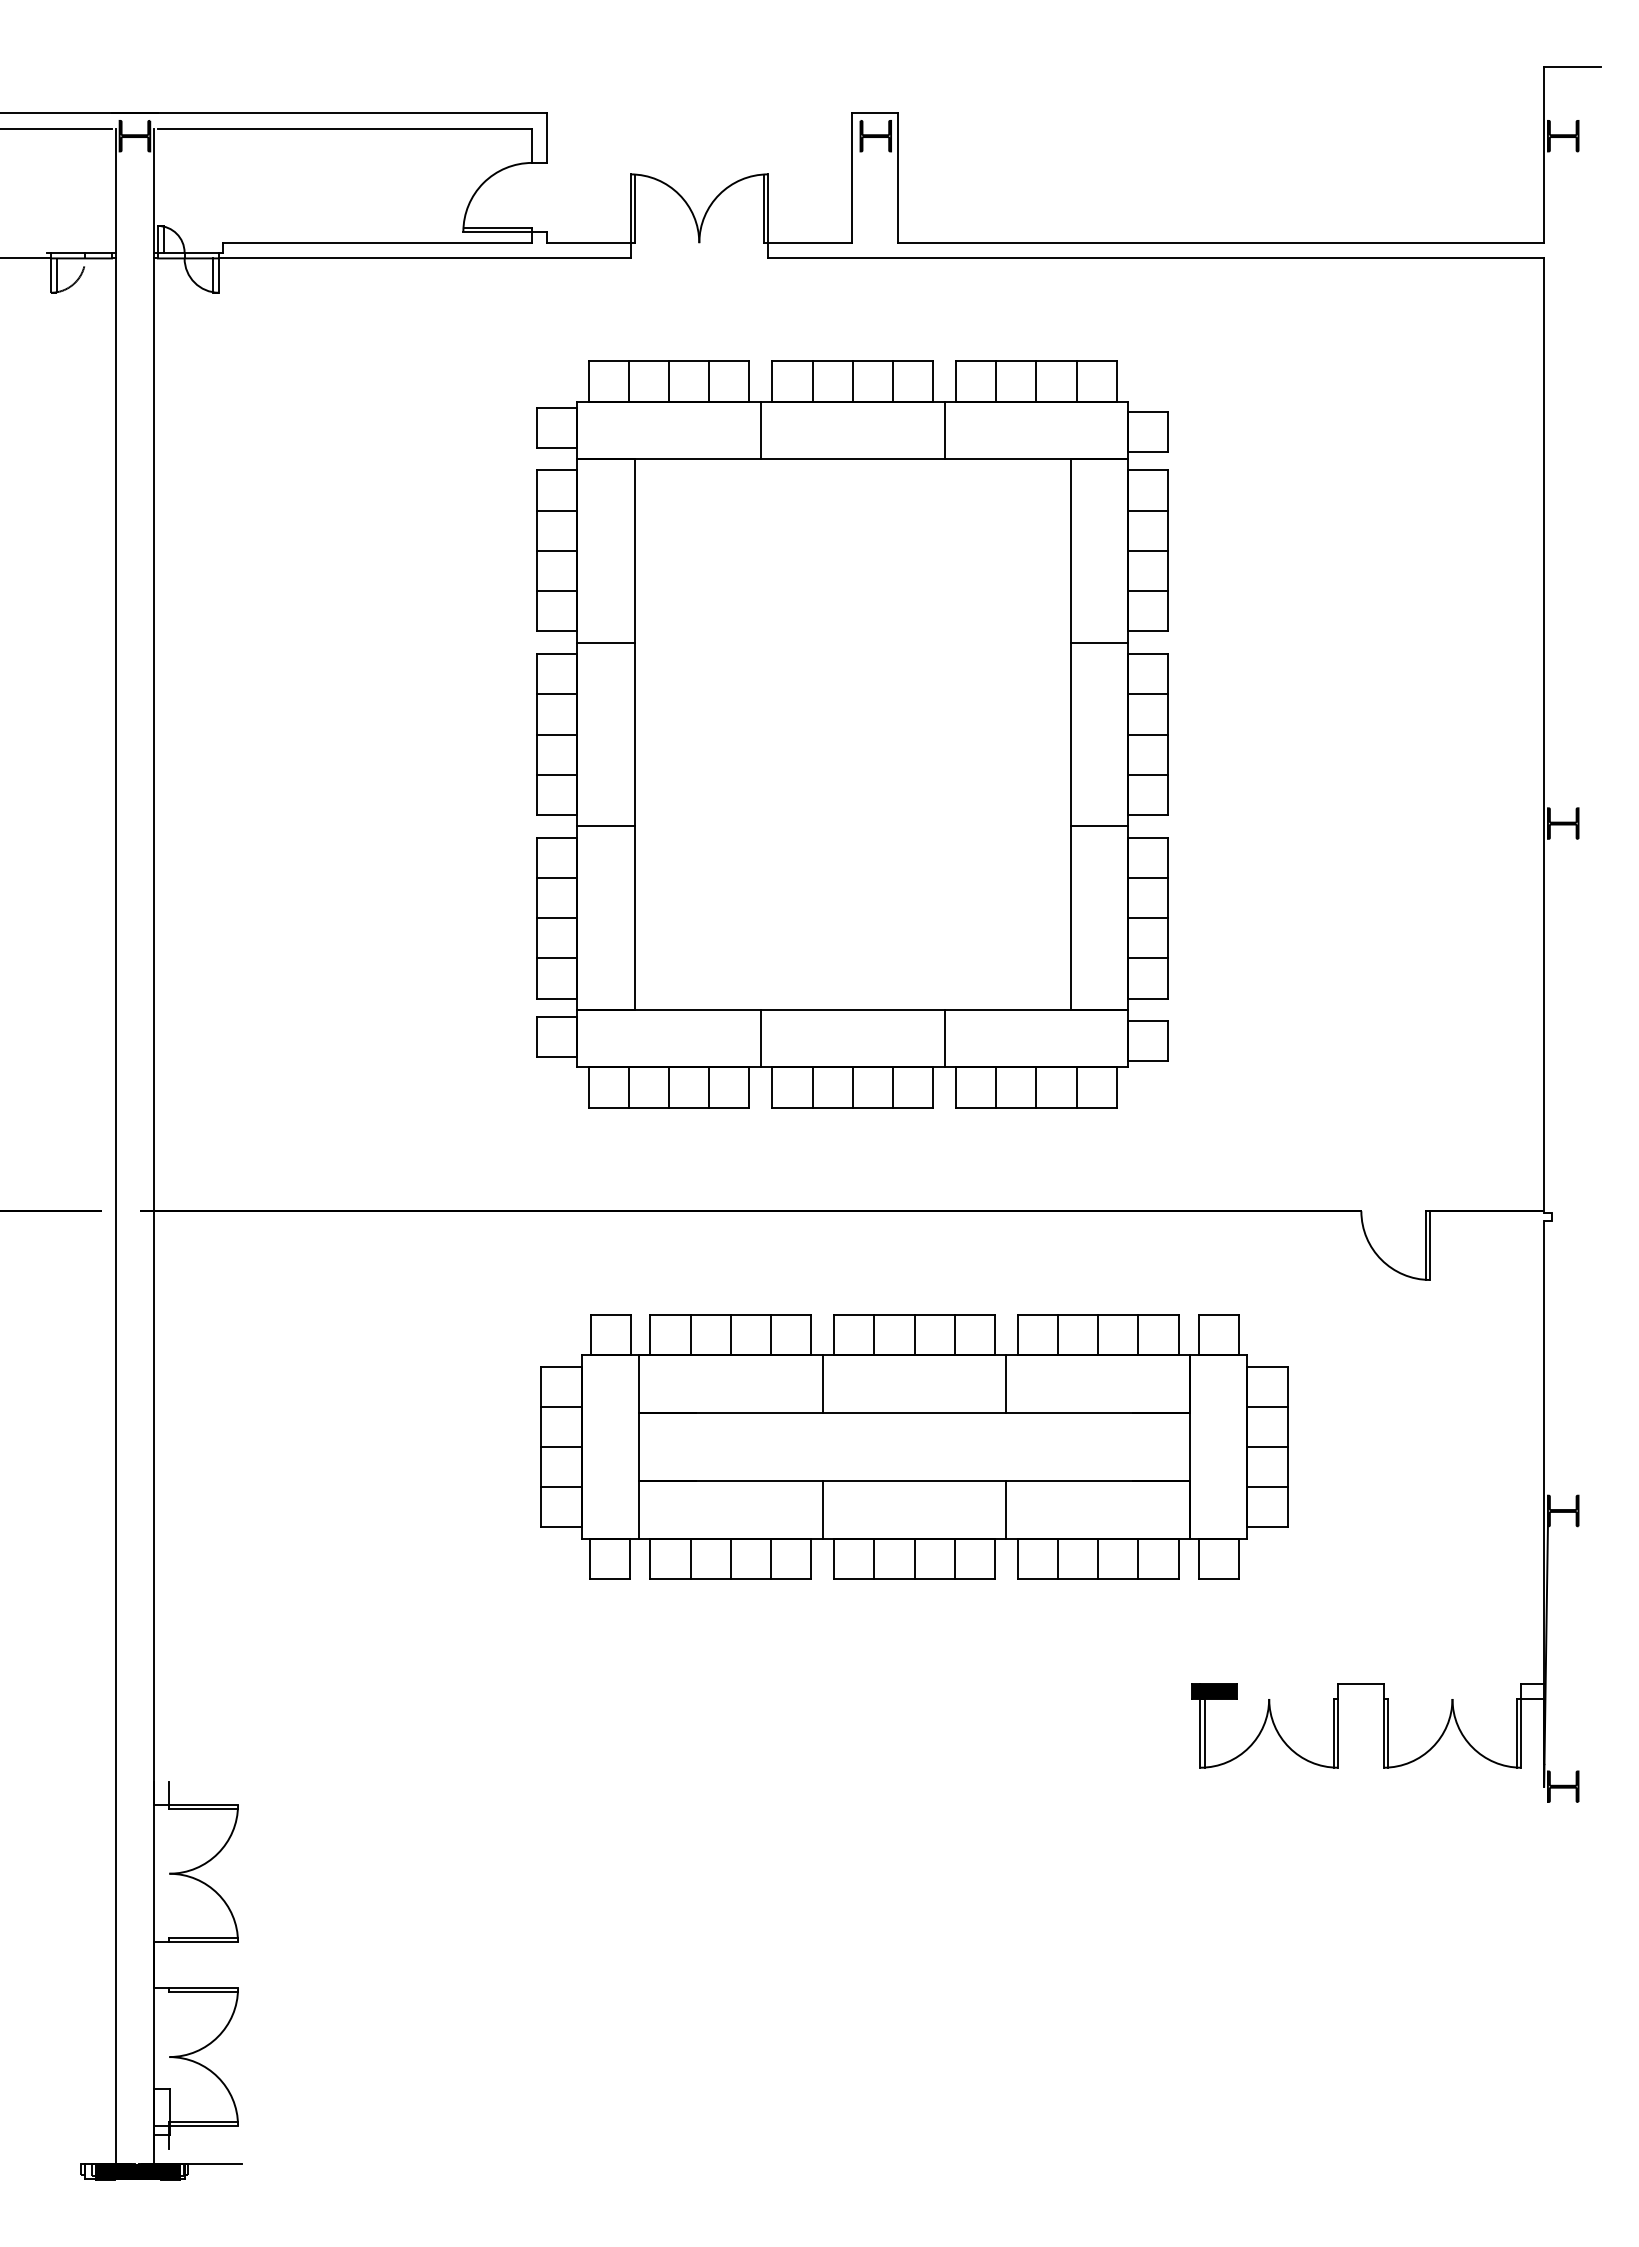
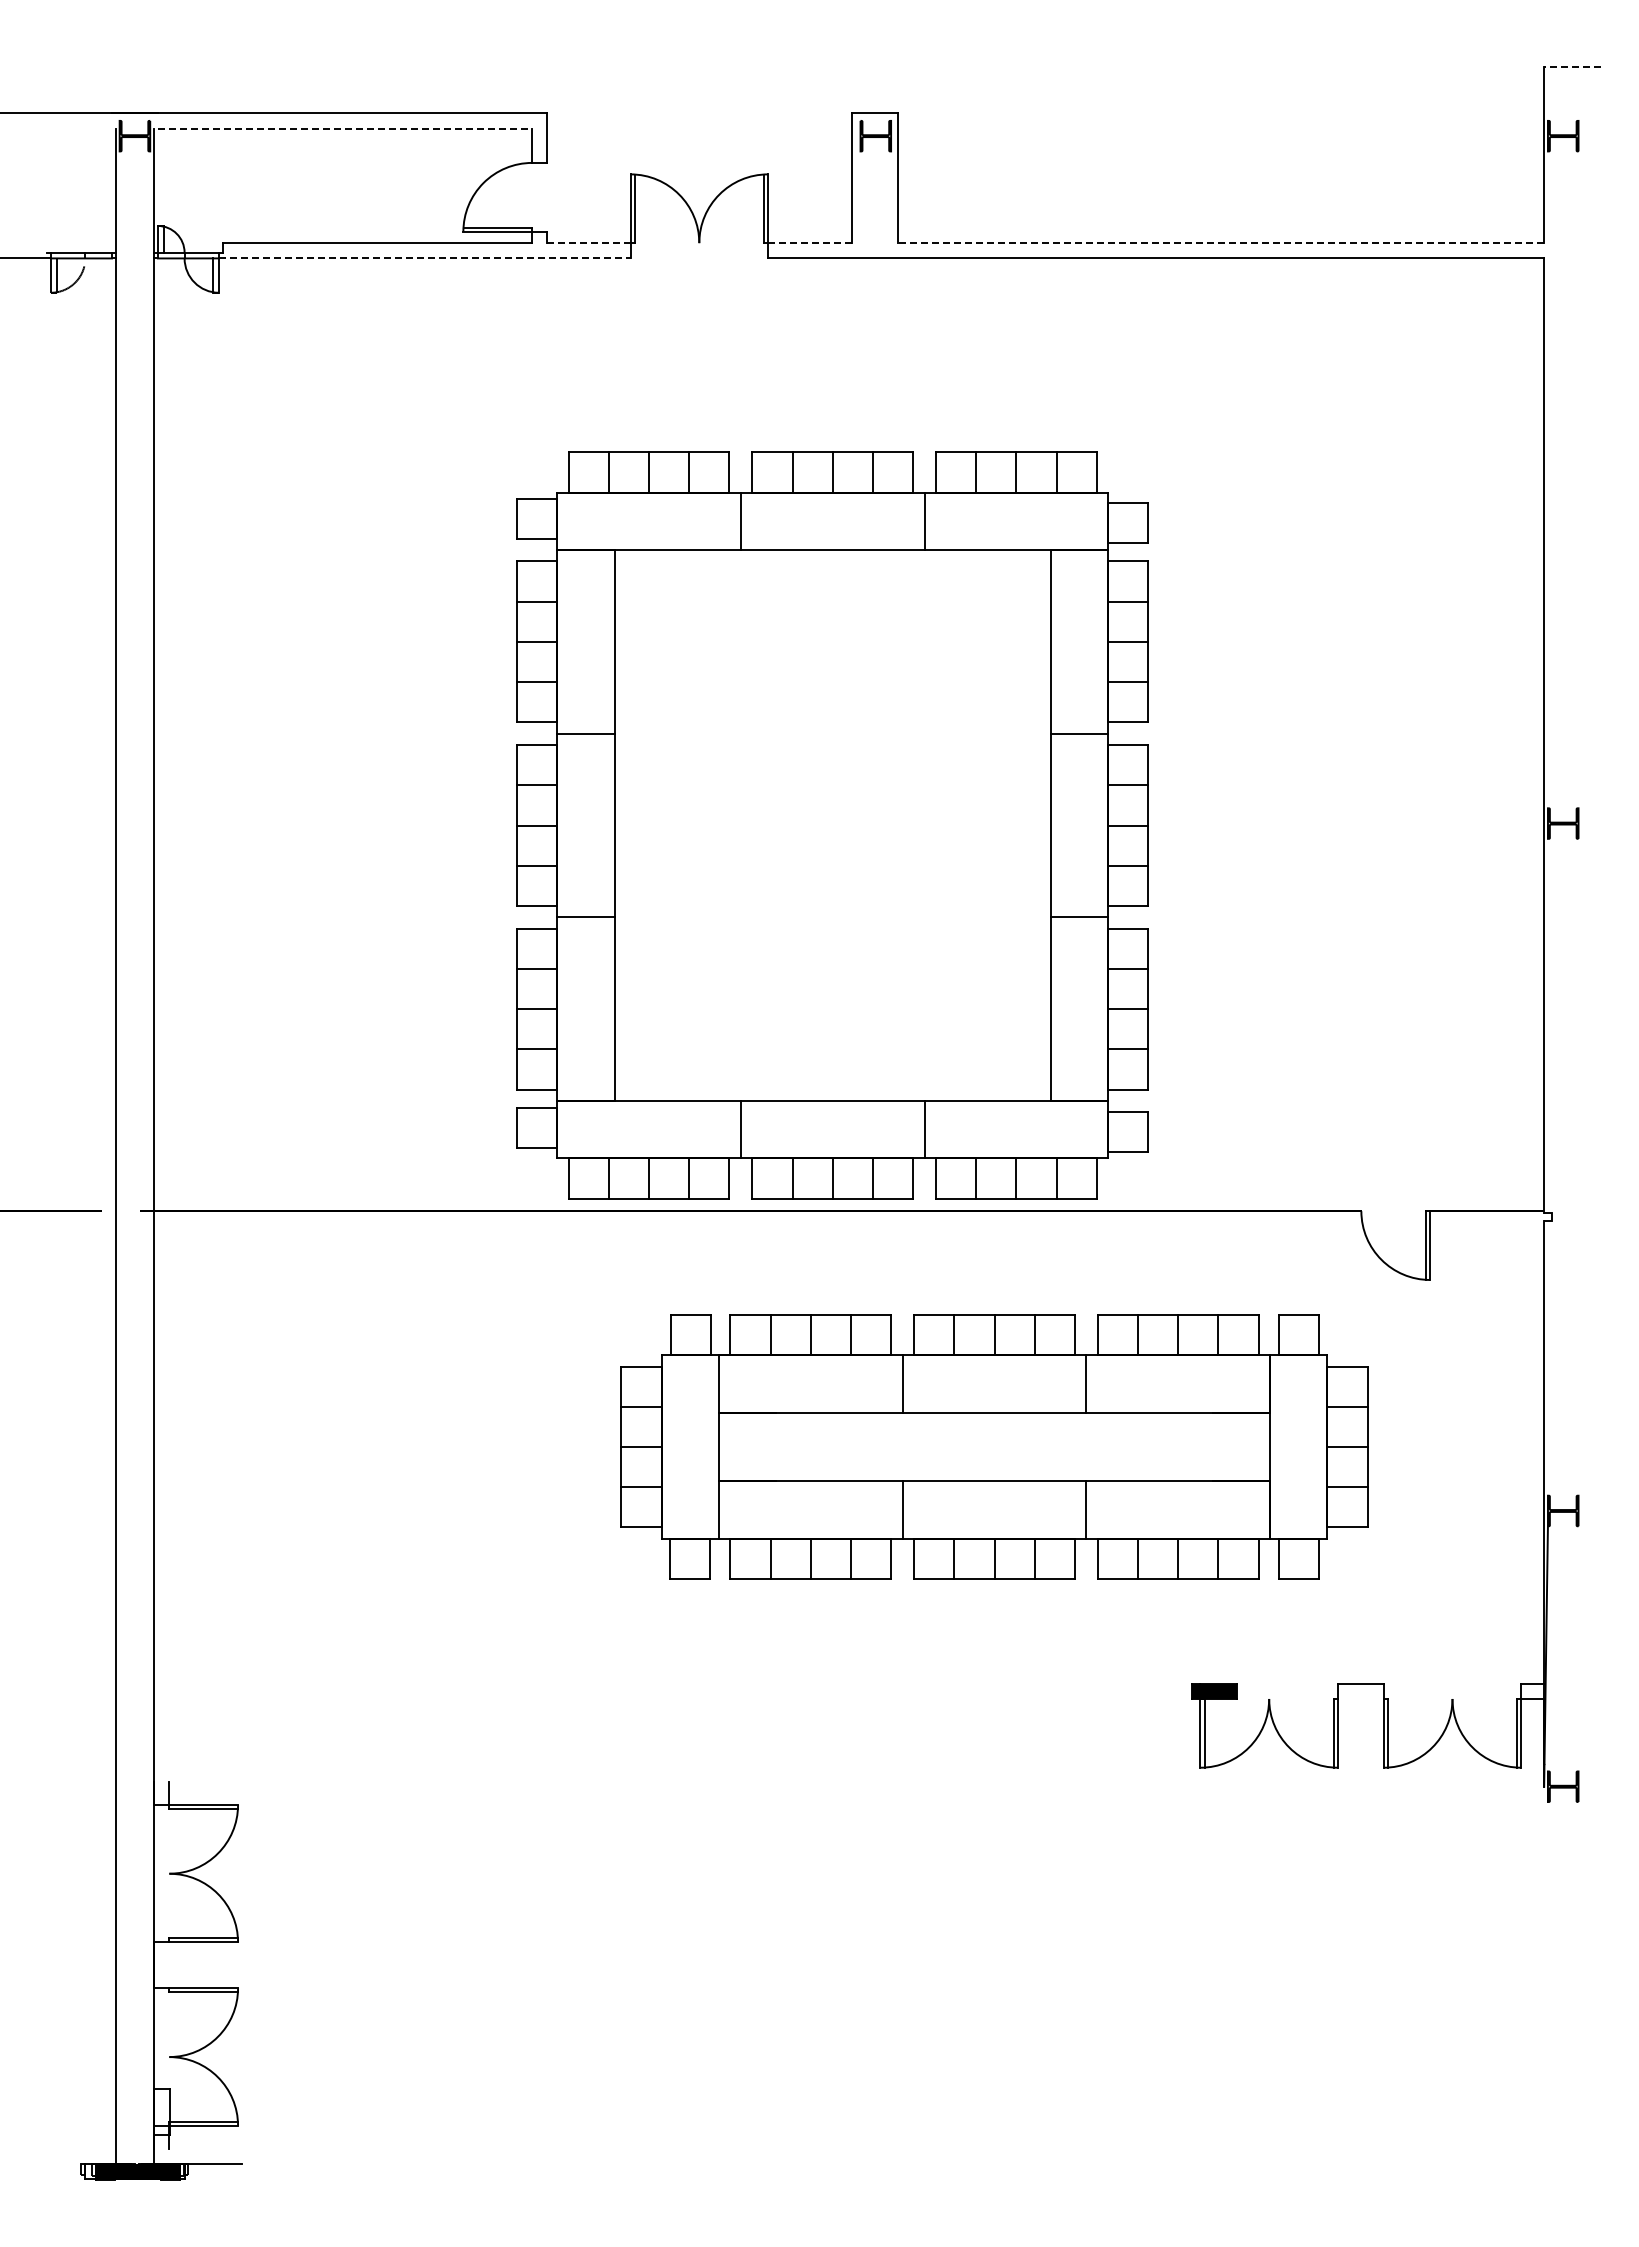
line at (1572, 67): solid -> dashed
line at (57, 128): present -> none
line at (345, 128): solid -> dashed
line at (588, 243): solid -> dashed
line at (809, 243): solid -> dashed
line at (1220, 243): solid -> dashed
line at (424, 258): solid -> dashed
part at (852, 734) position: (852, 734) -> (832, 825)
part at (914, 1446) position: (914, 1446) -> (994, 1446)
